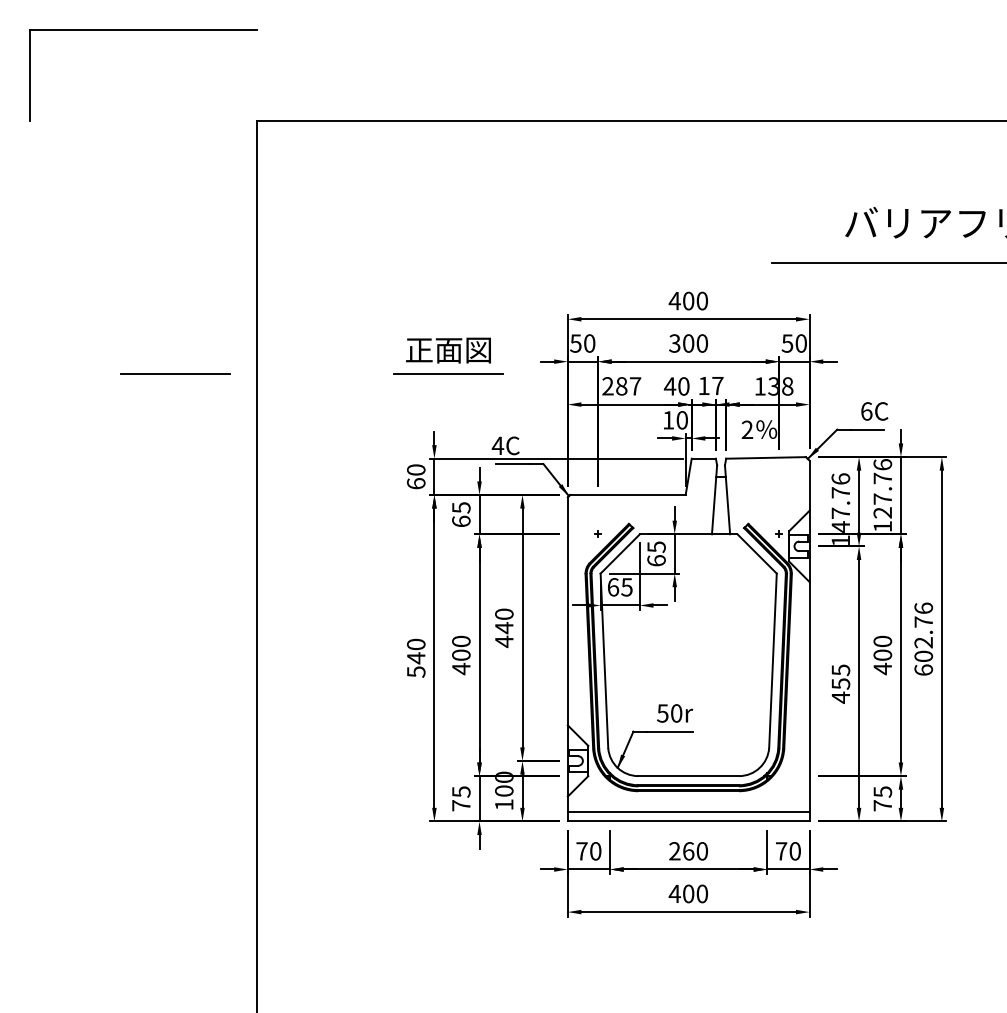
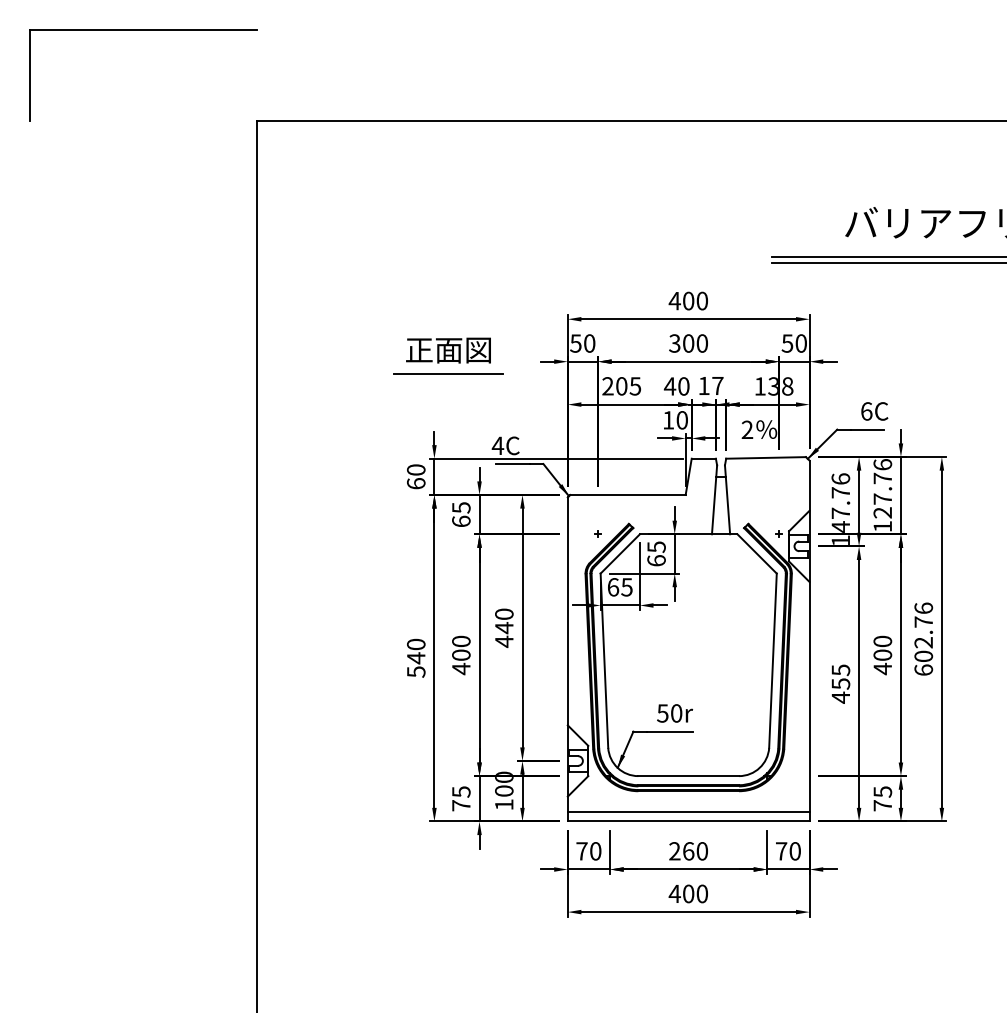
line at (887, 256): none -> present
line at (175, 373): present -> none
text at (628, 386): 287 -> 205
